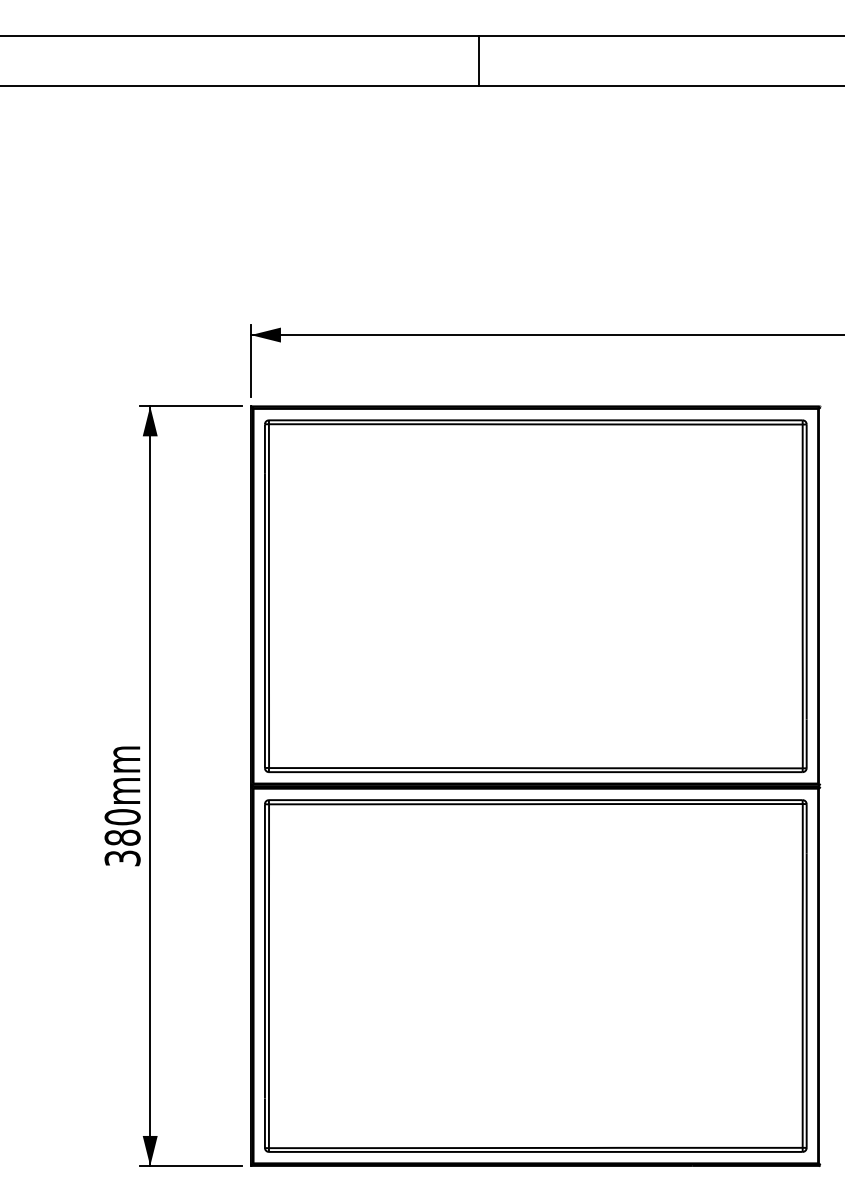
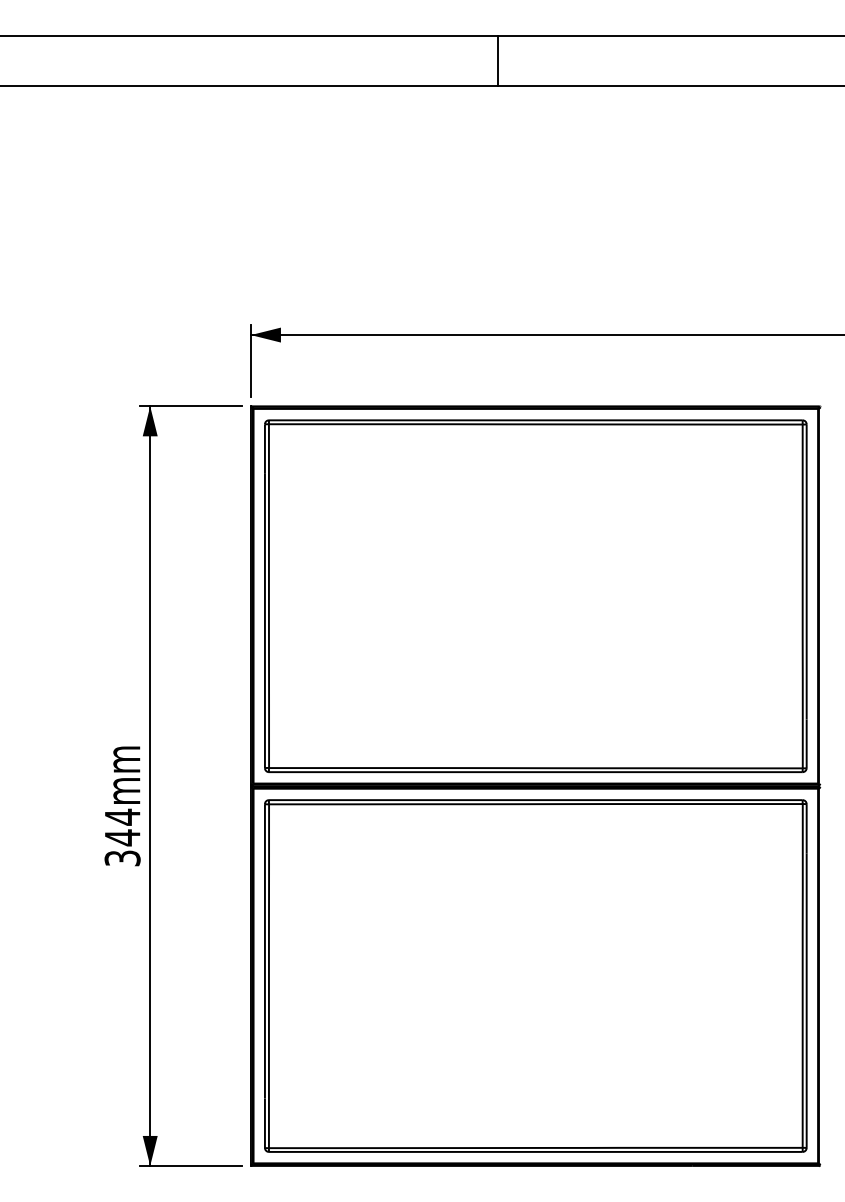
line at (479, 61) position: (479, 61) -> (498, 61)
text at (122, 827): 380mm -> 344mm
